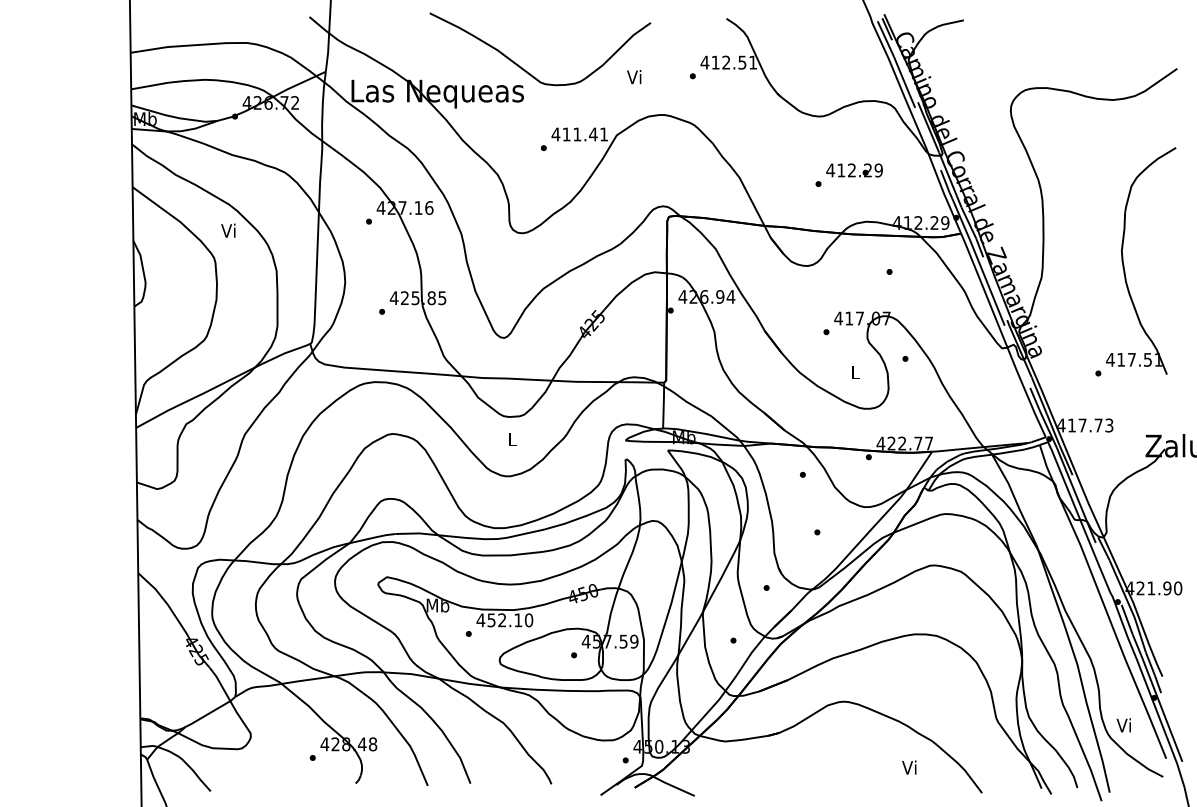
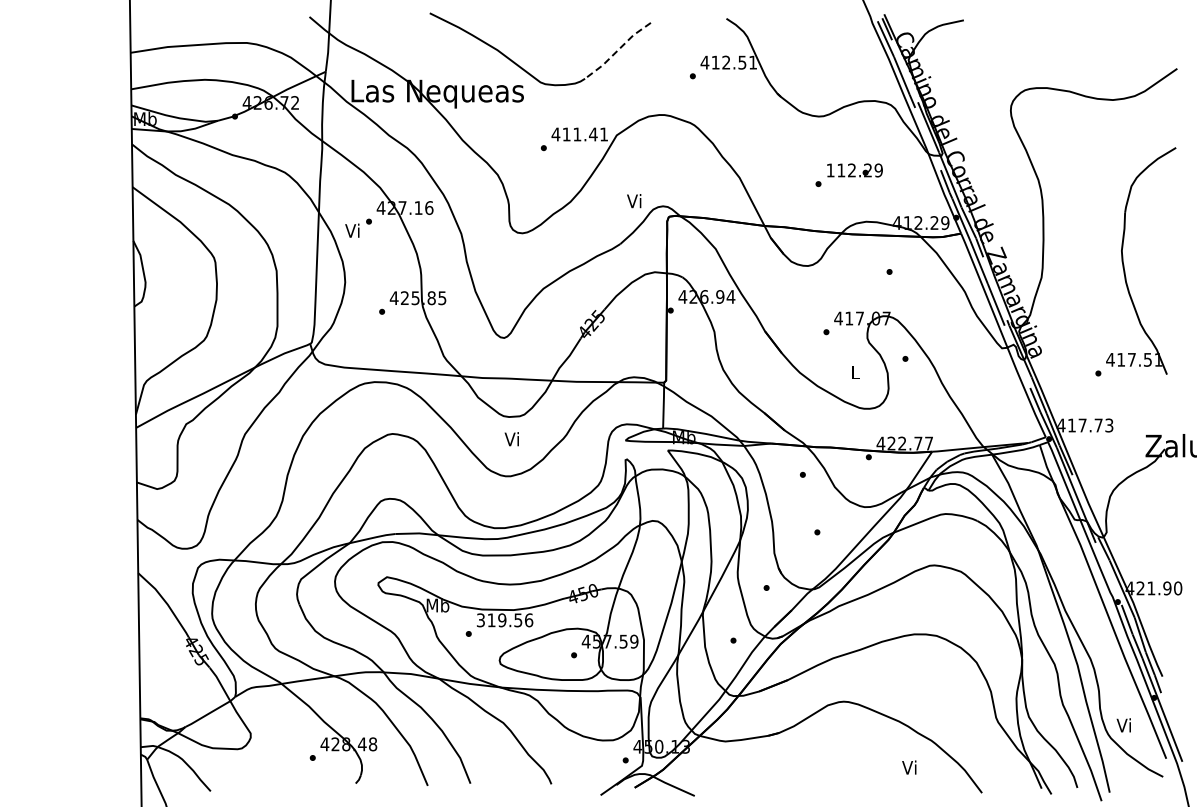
line at (617, 50): solid -> dashed
text at (634, 77) position: (634, 77) -> (634, 201)
text at (830, 170): 412.29 -> 112.29
text at (228, 230) position: (228, 230) -> (352, 230)
text at (511, 439): L -> Vi
text at (504, 620): 452.10 -> 319.56
